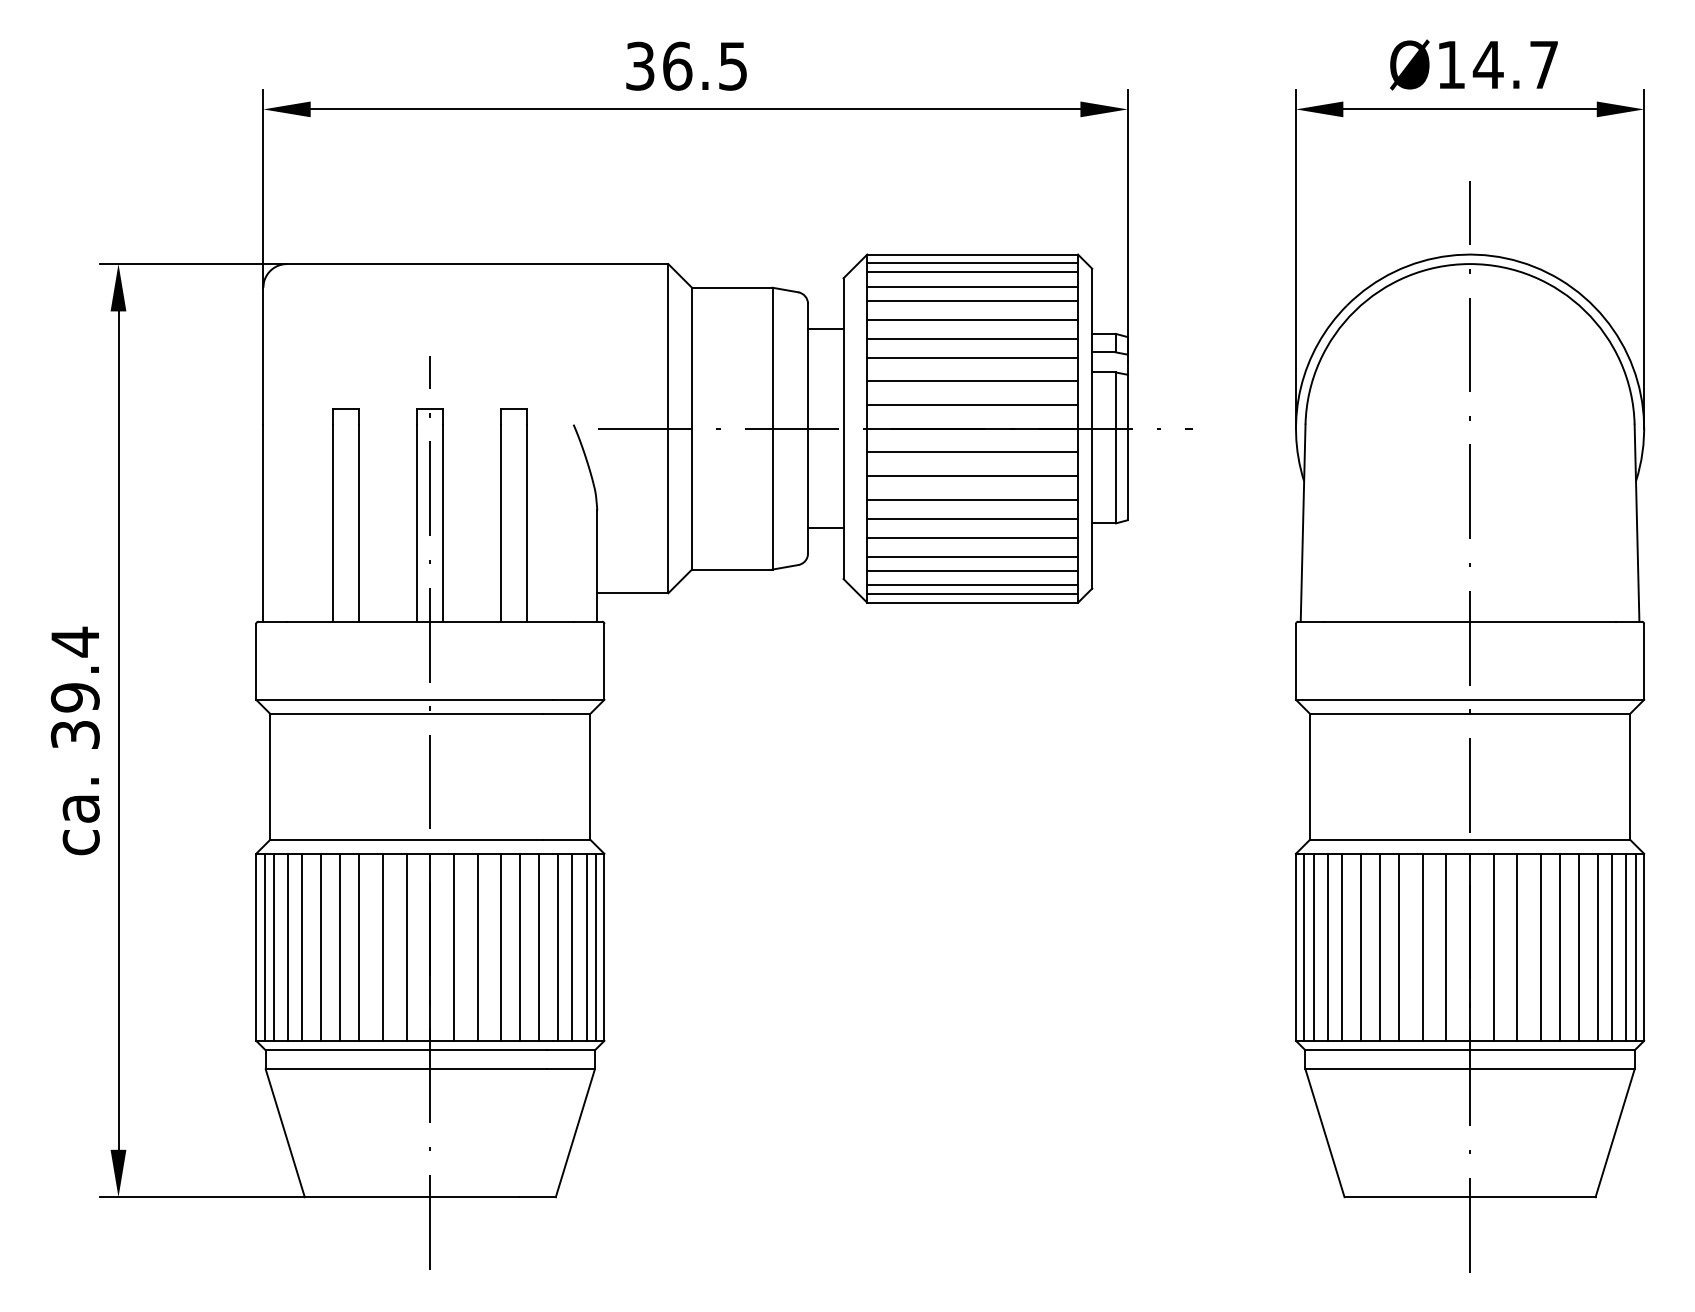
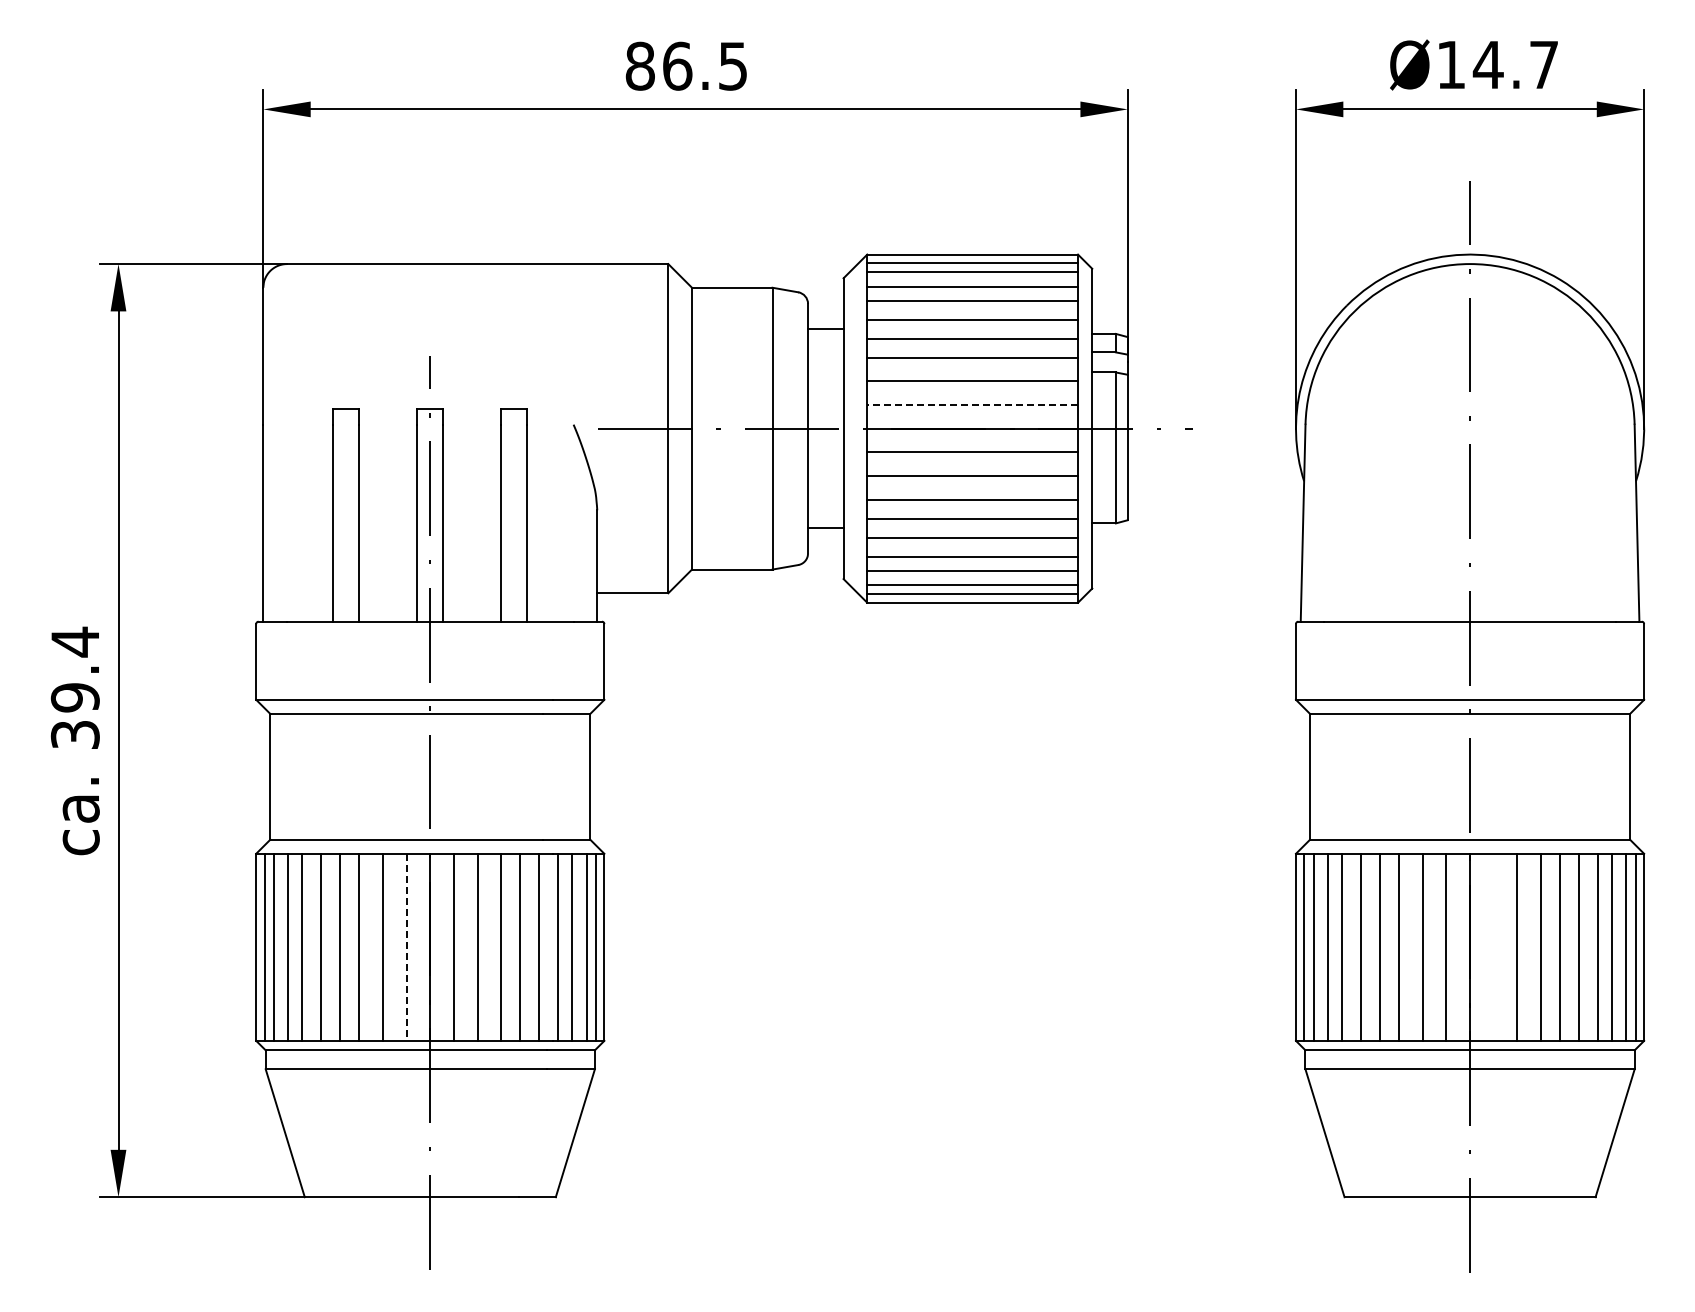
text at (639, 65): 36.5 -> 86.5
line at (972, 405): solid -> dashed
line at (1493, 946): present -> none
line at (406, 947): solid -> dashed
